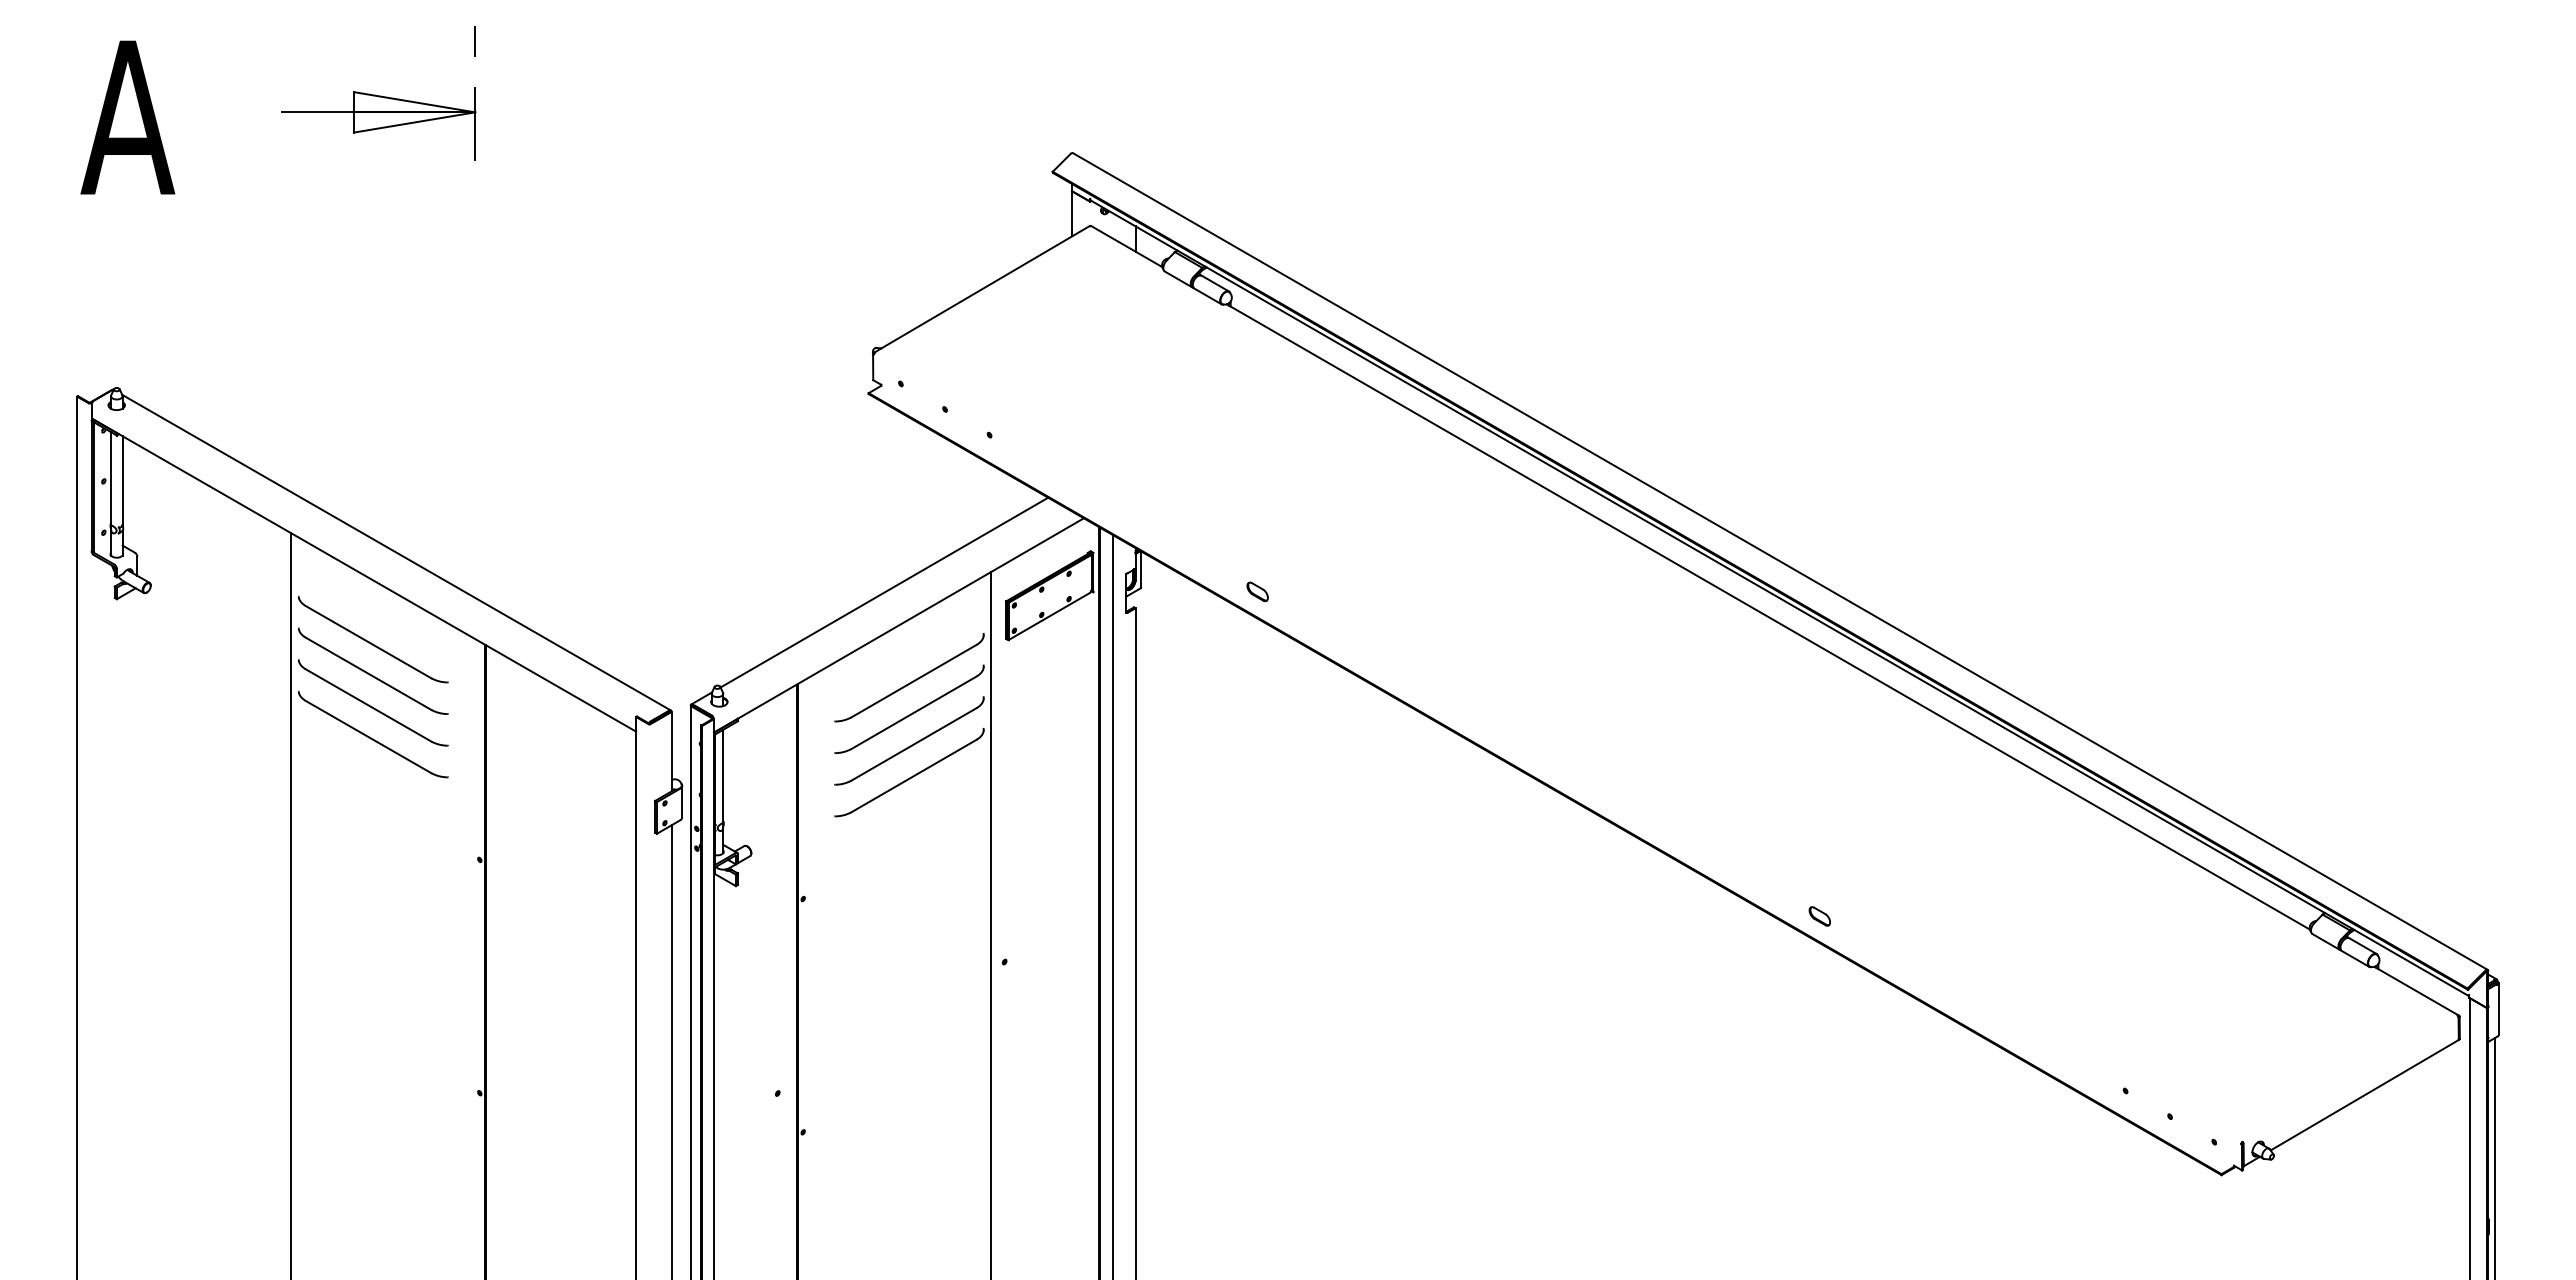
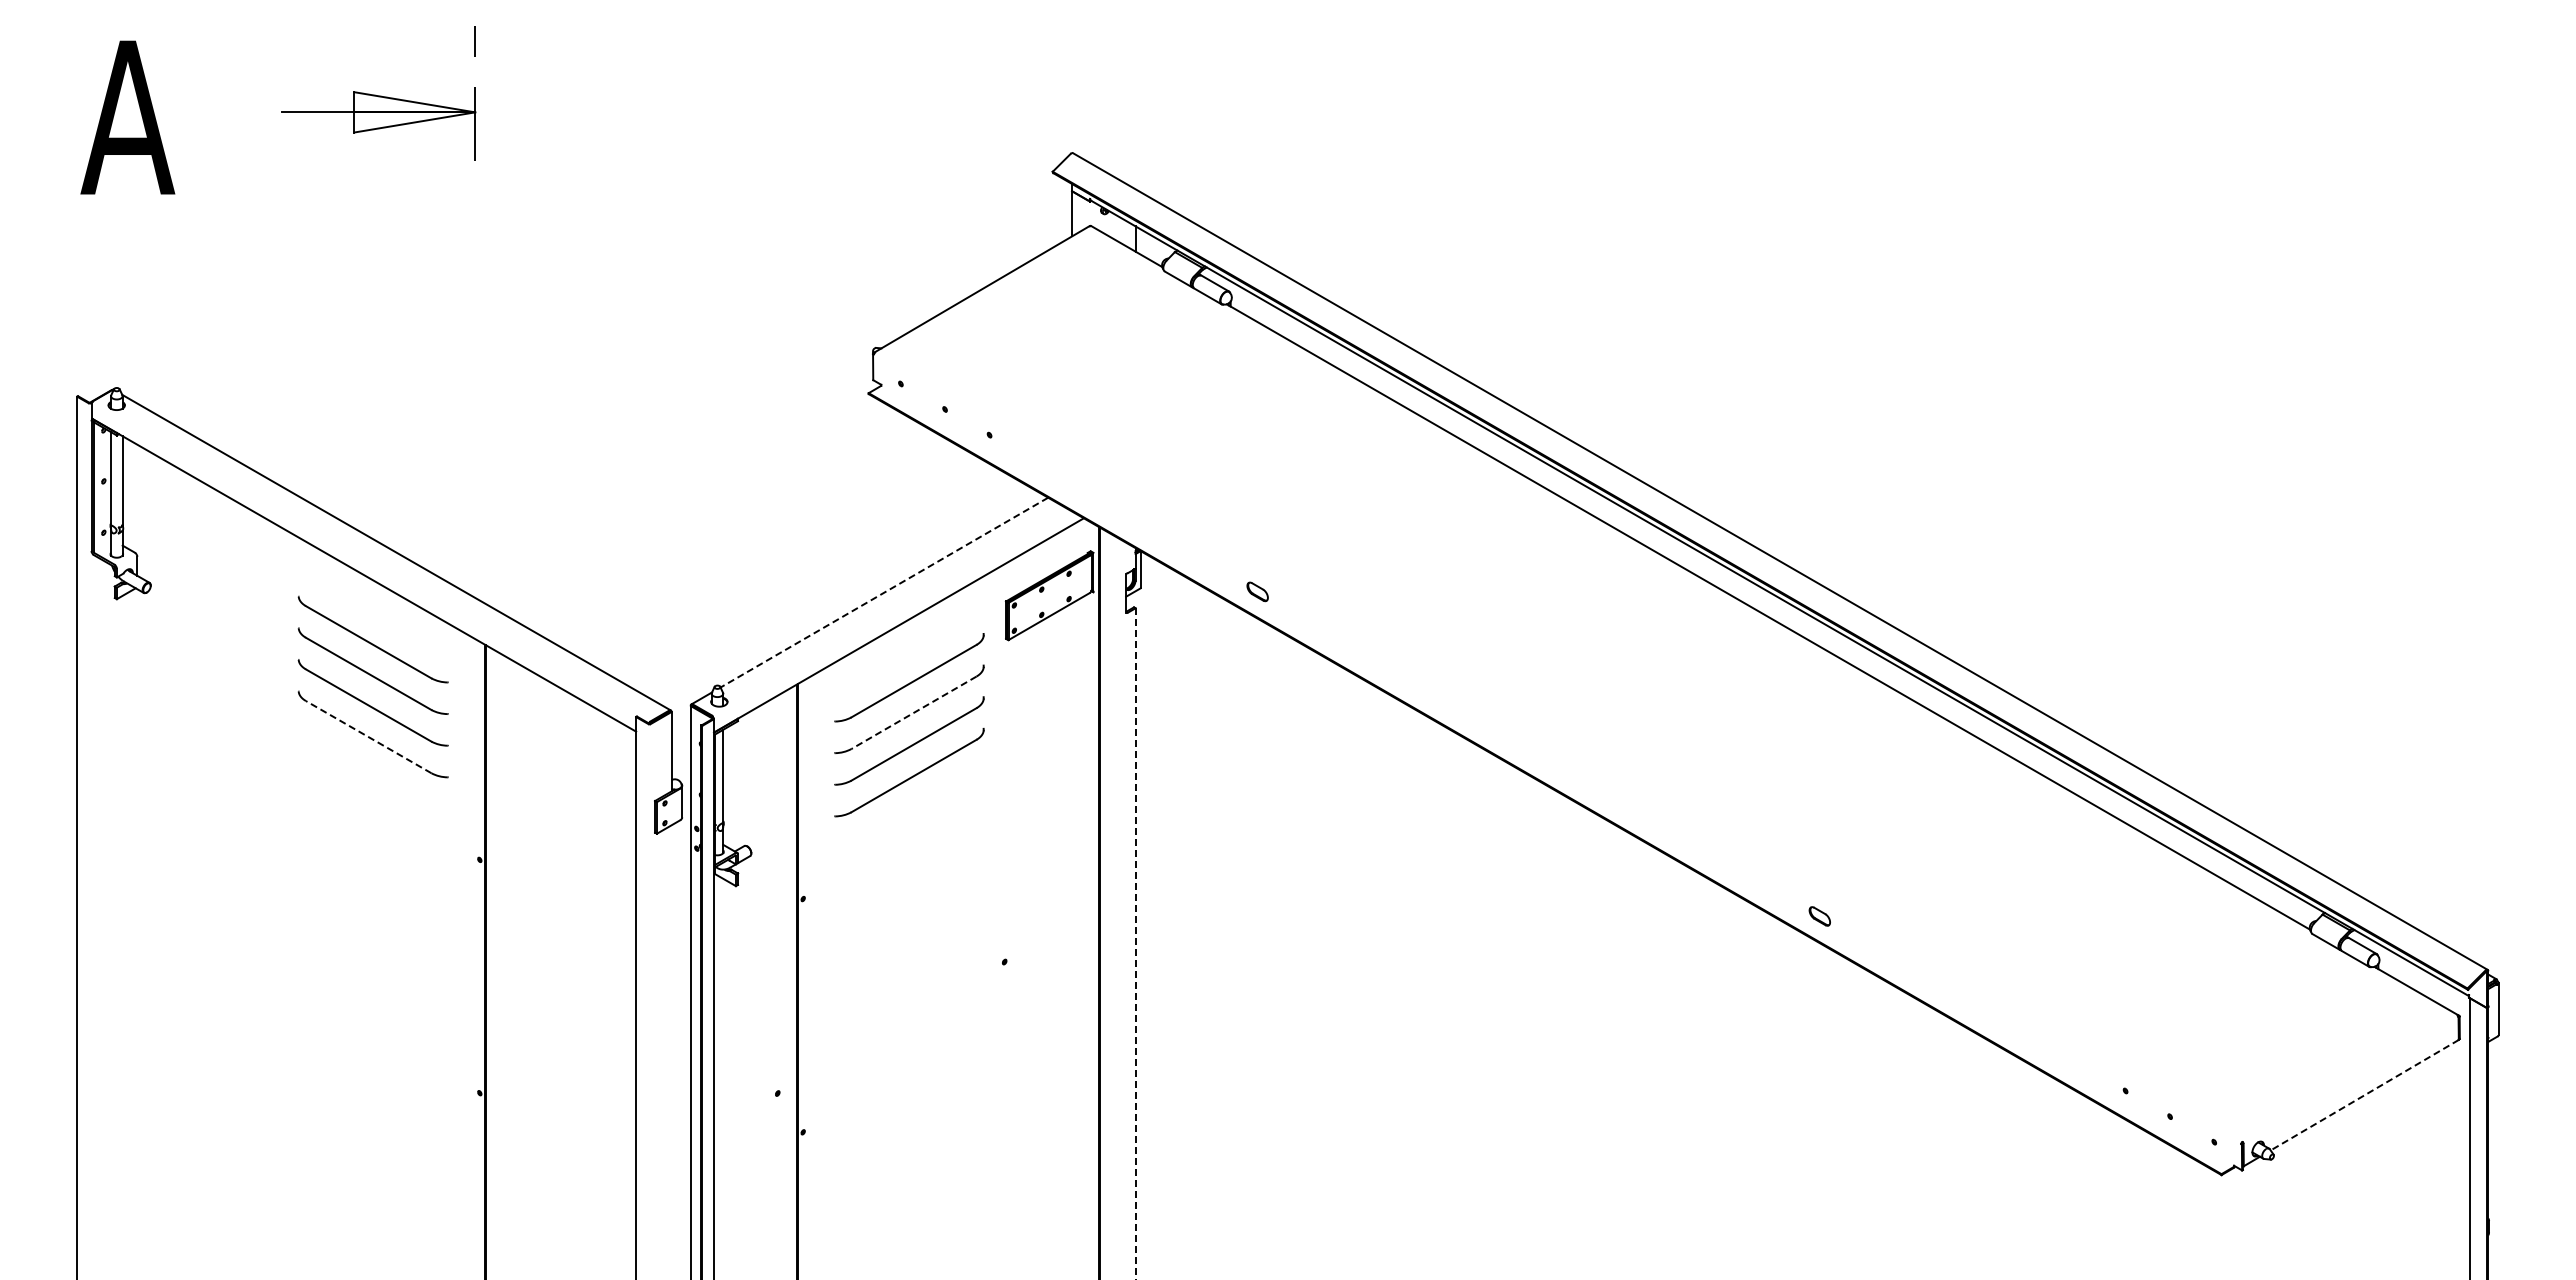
line at (883, 592): solid -> dashed
line at (913, 713): solid -> dashed
line at (368, 736): solid -> dashed
line at (291, 904): present -> none
line at (1112, 905): present -> none
line at (991, 923): present -> none
line at (1135, 943): solid -> dashed
line at (671, 1050): present -> none
line at (2364, 1095): solid -> dashed
line at (2494, 1157): present -> none
